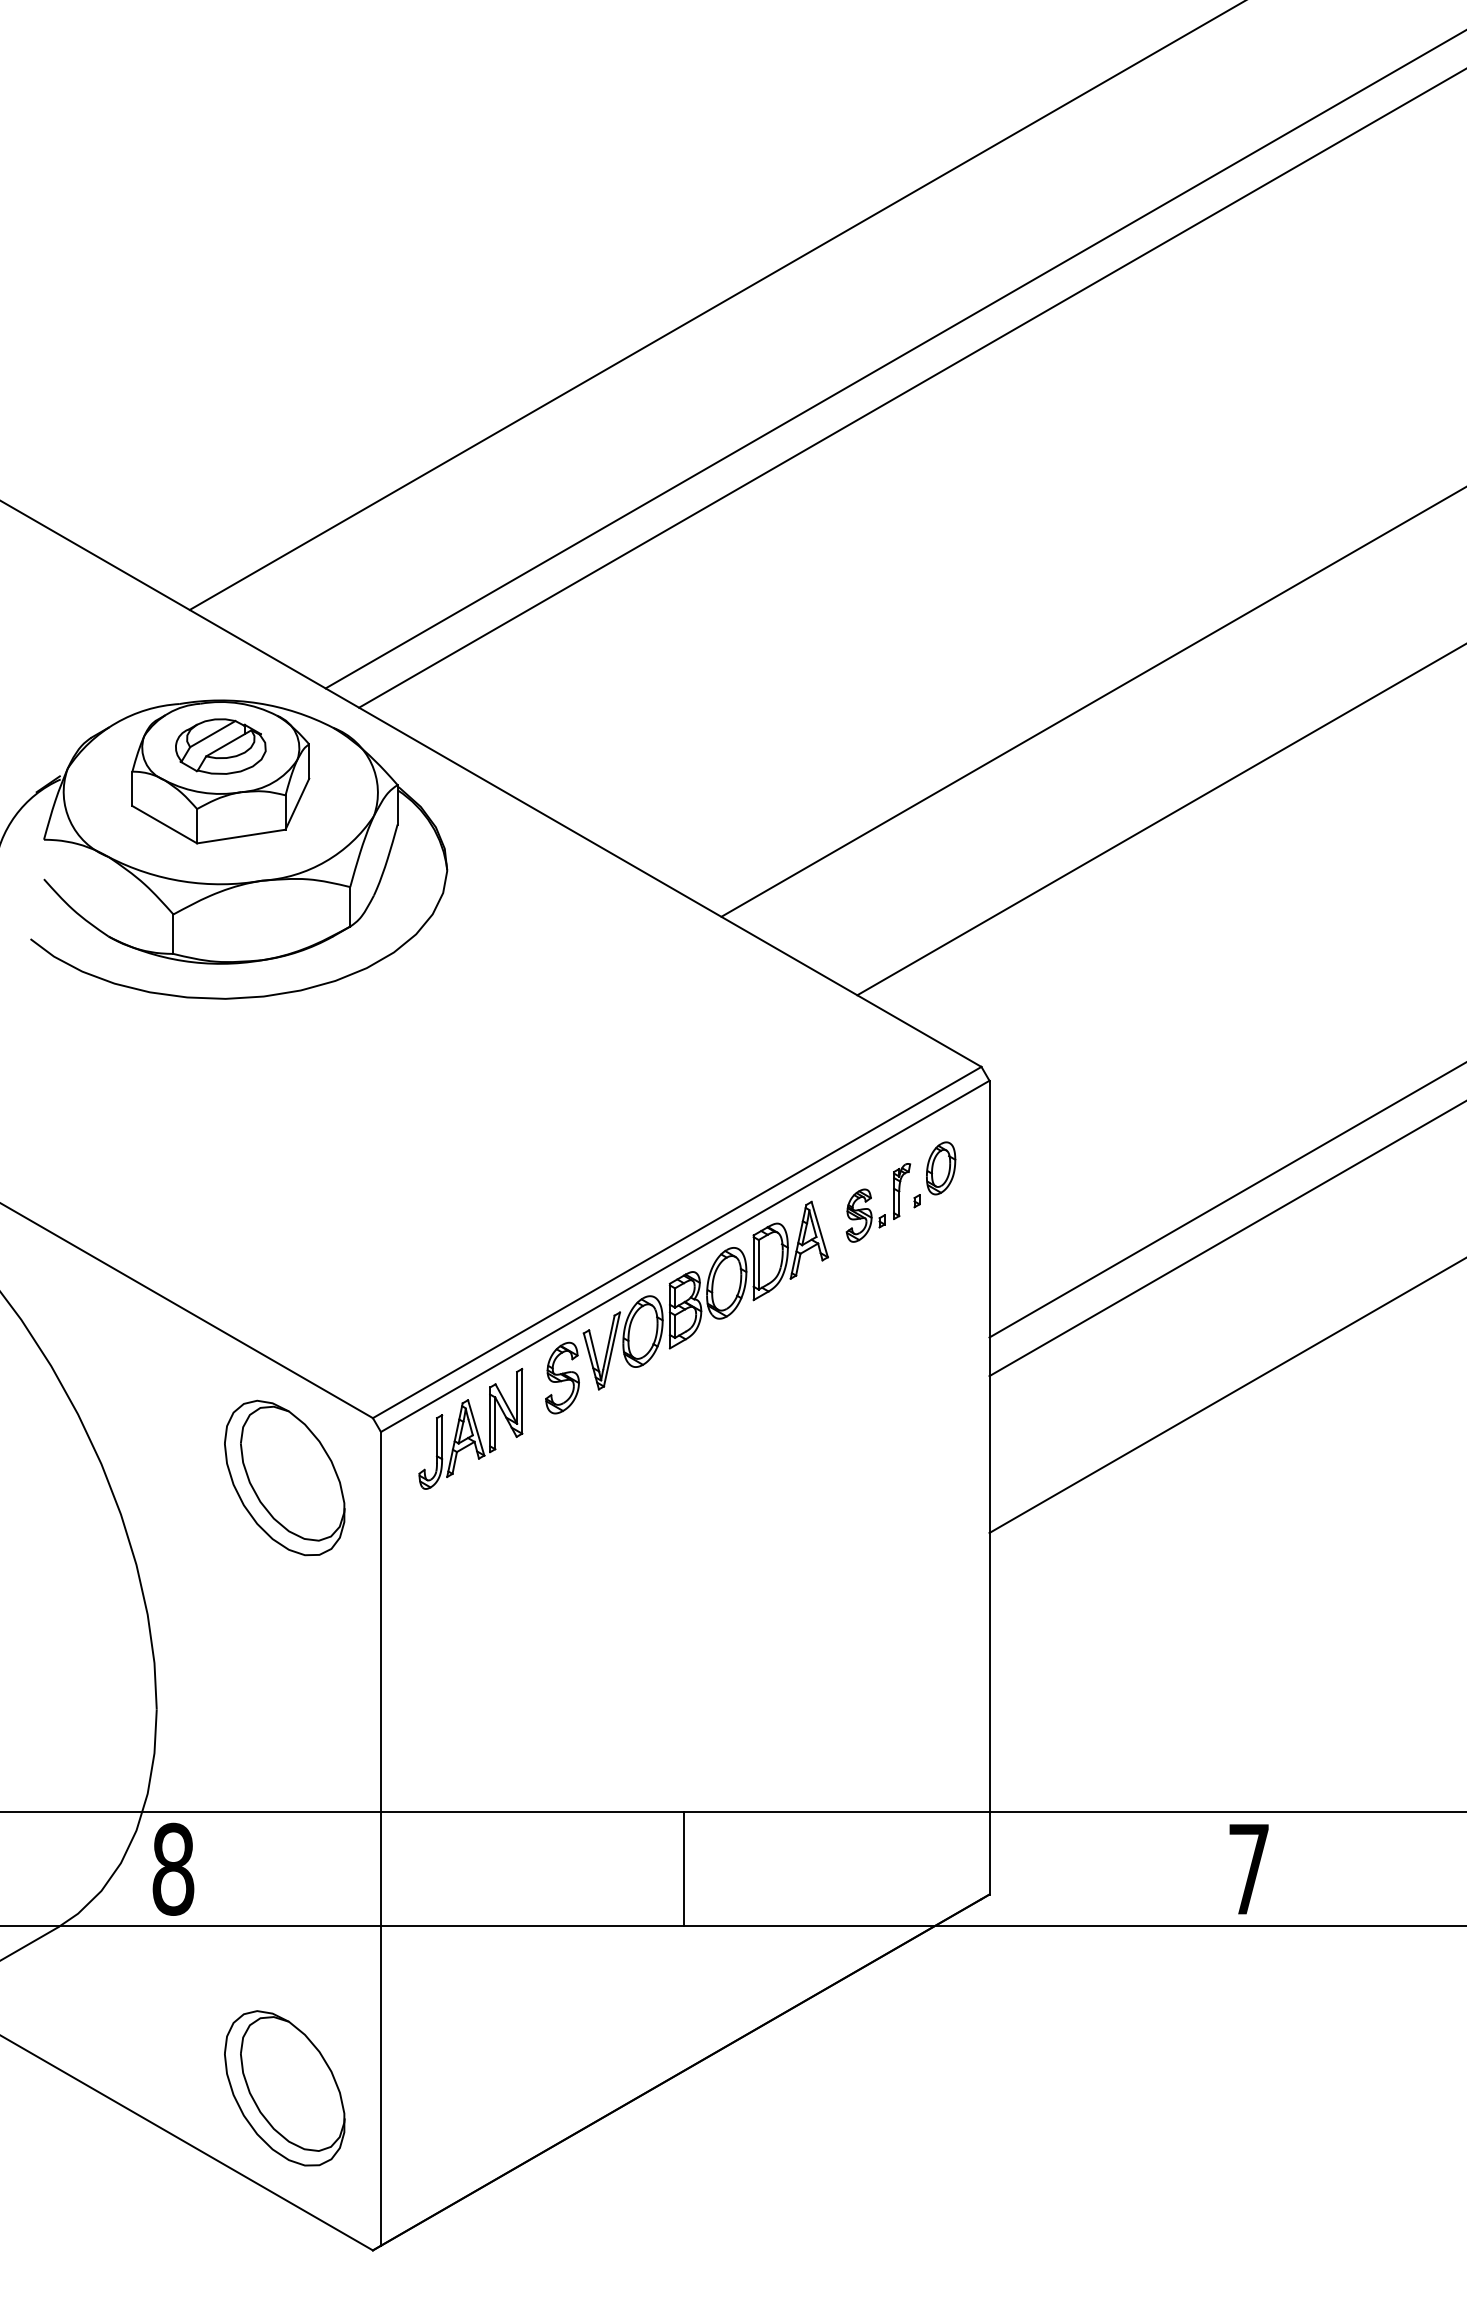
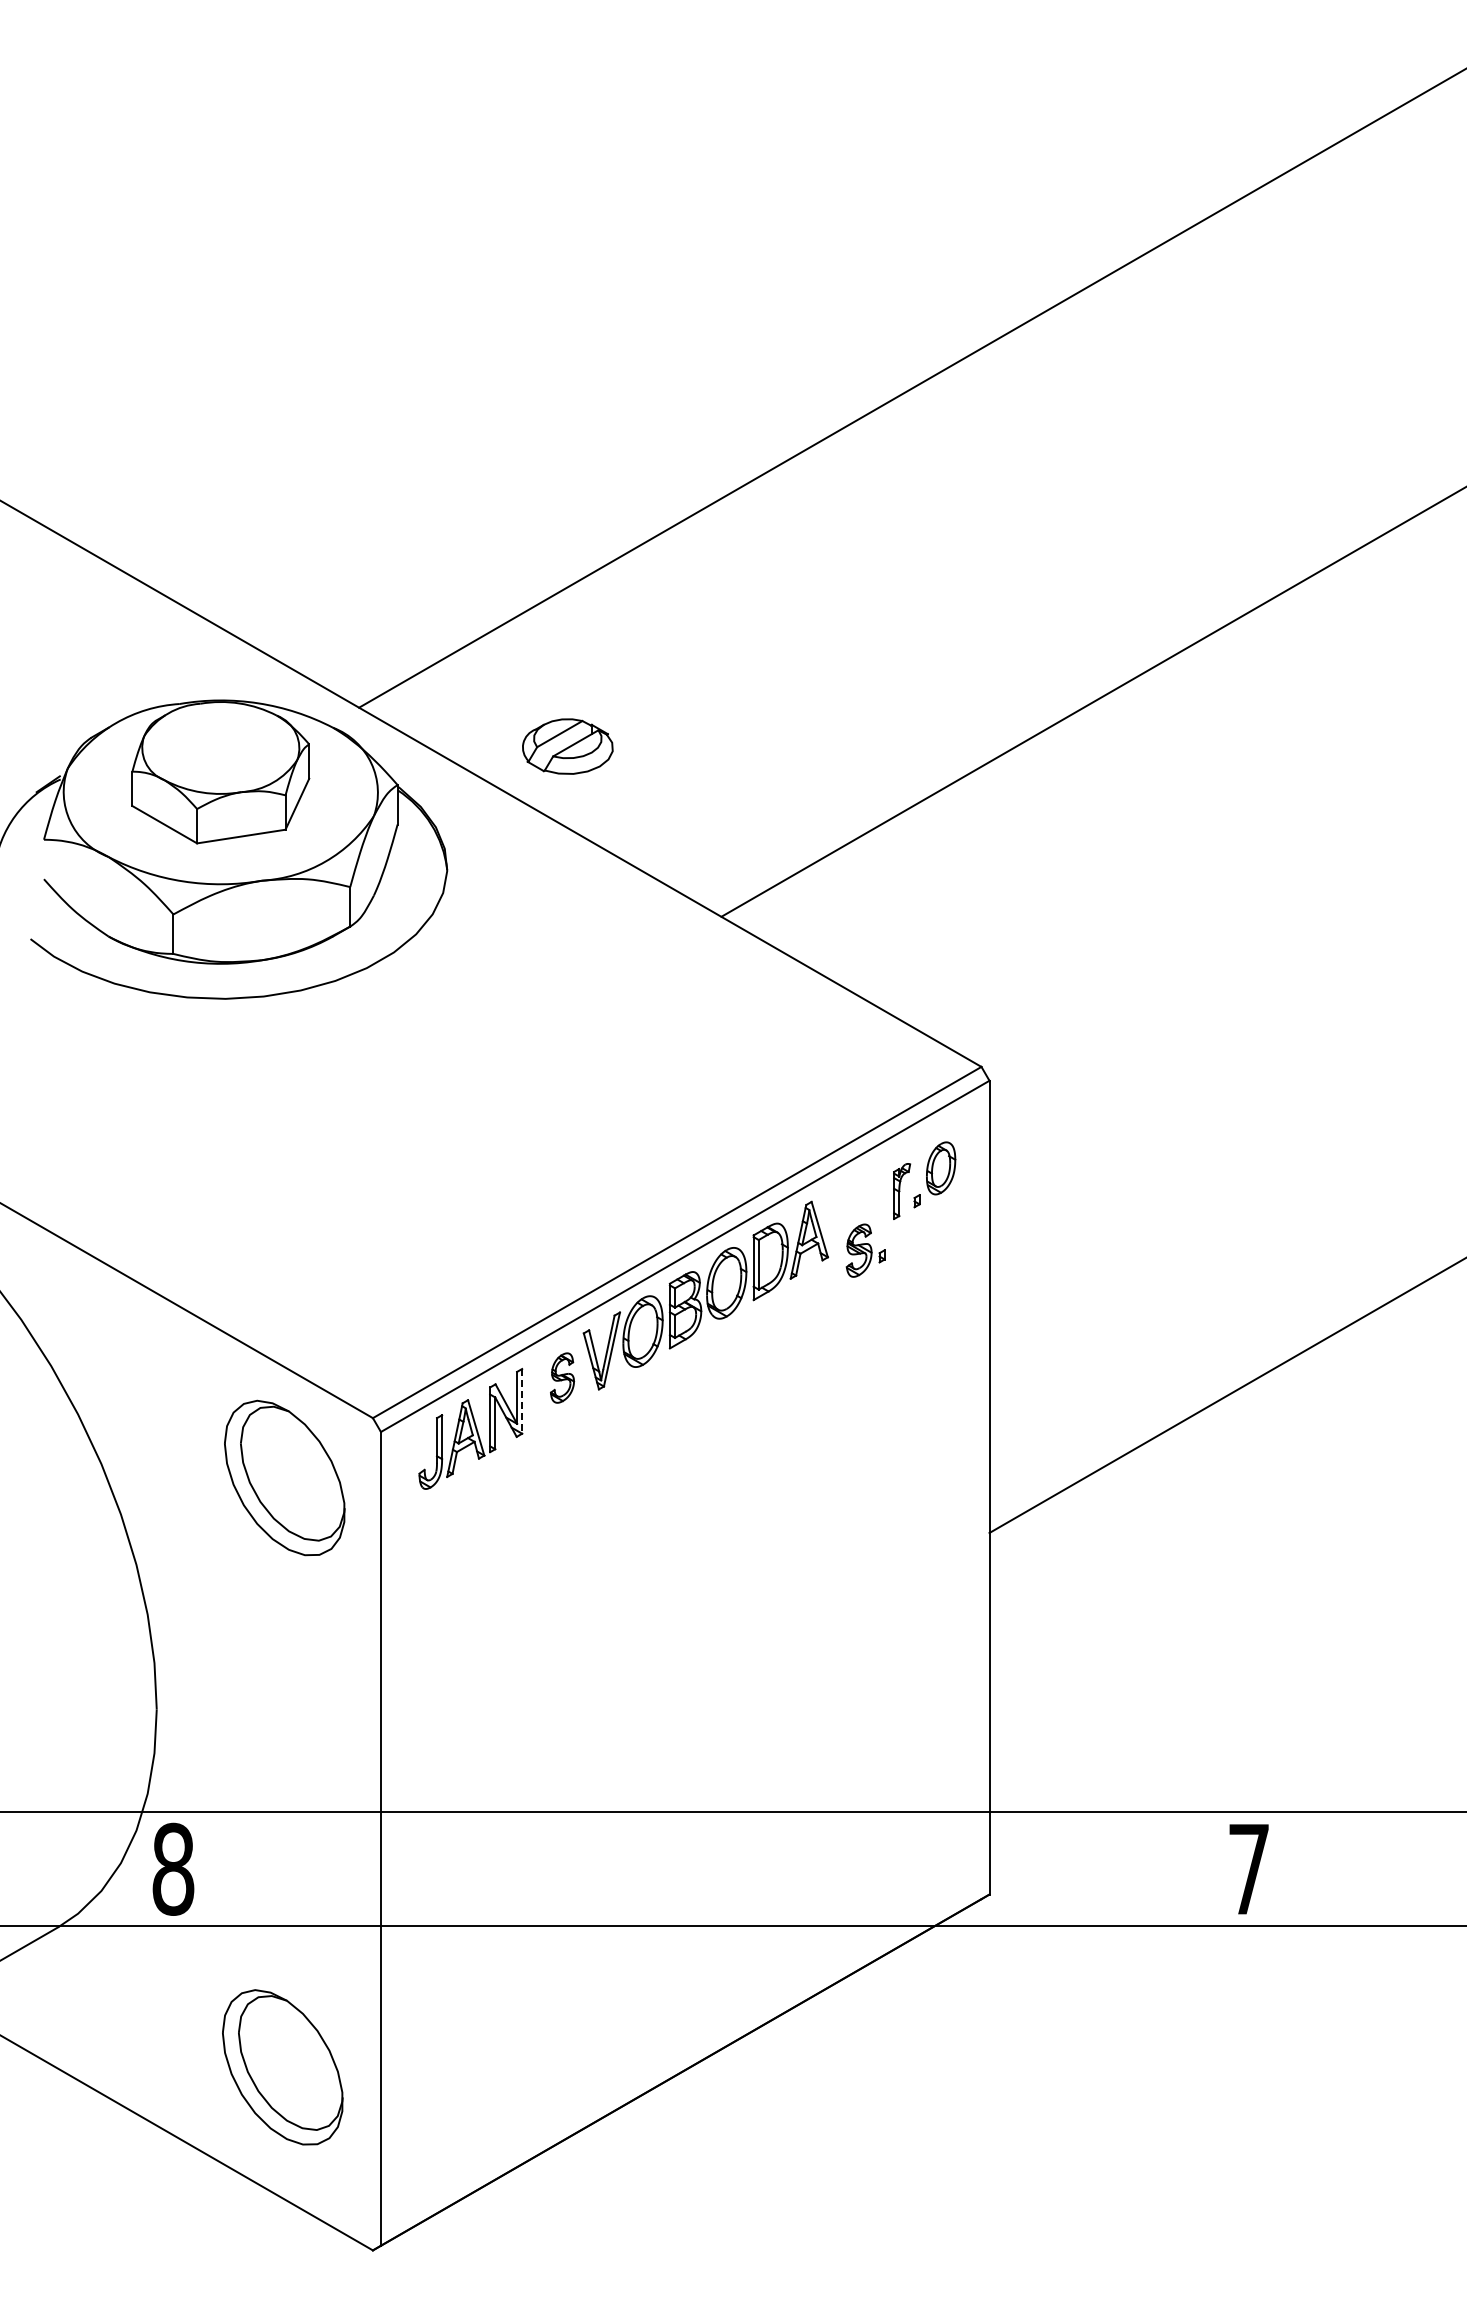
line at (716, 305): present -> none
line at (894, 359): present -> none
part at (220, 746) position: (220, 746) -> (567, 746)
line at (1160, 820): present -> none
line at (1226, 1200): present -> none
part at (865, 1215) position: (865, 1215) -> (865, 1250)
line at (1226, 1239): present -> none
part at (562, 1377) size: 35x74 px -> 26x52 px
line at (522, 1401): solid -> dashed
line at (684, 1868): present -> none
part at (284, 2088) position: (284, 2088) -> (282, 2067)
